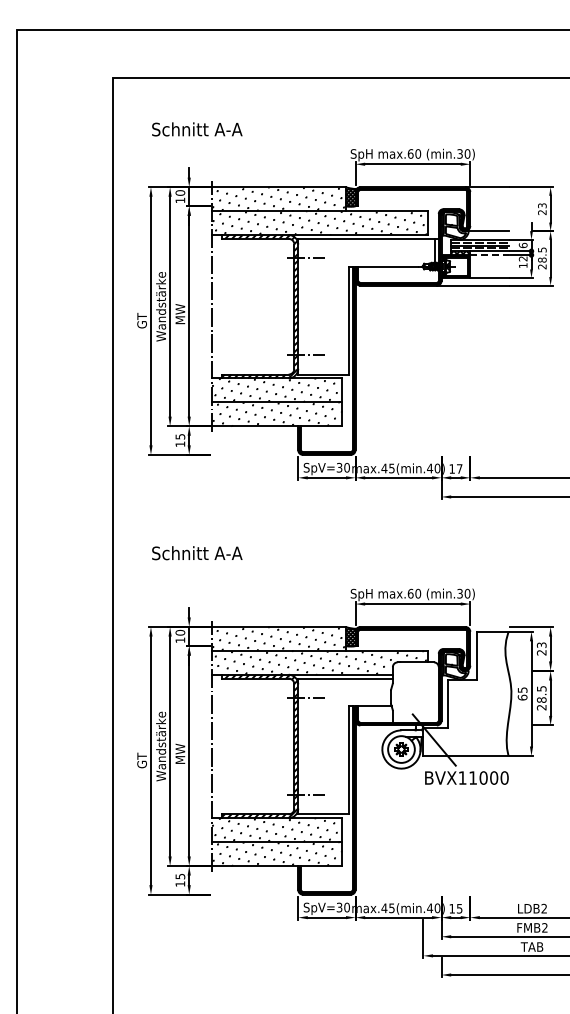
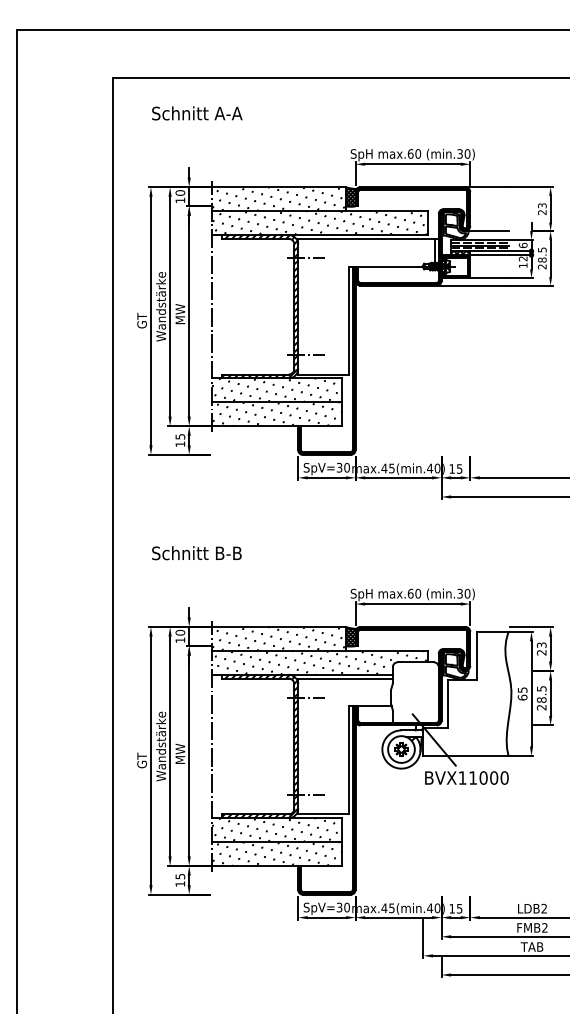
text at (197, 129) position: (197, 129) -> (197, 113)
line at (489, 255): dashed -> solid
text at (459, 468): 17 -> 15
text at (228, 552): Schnitt A-A -> Schnitt B-B
